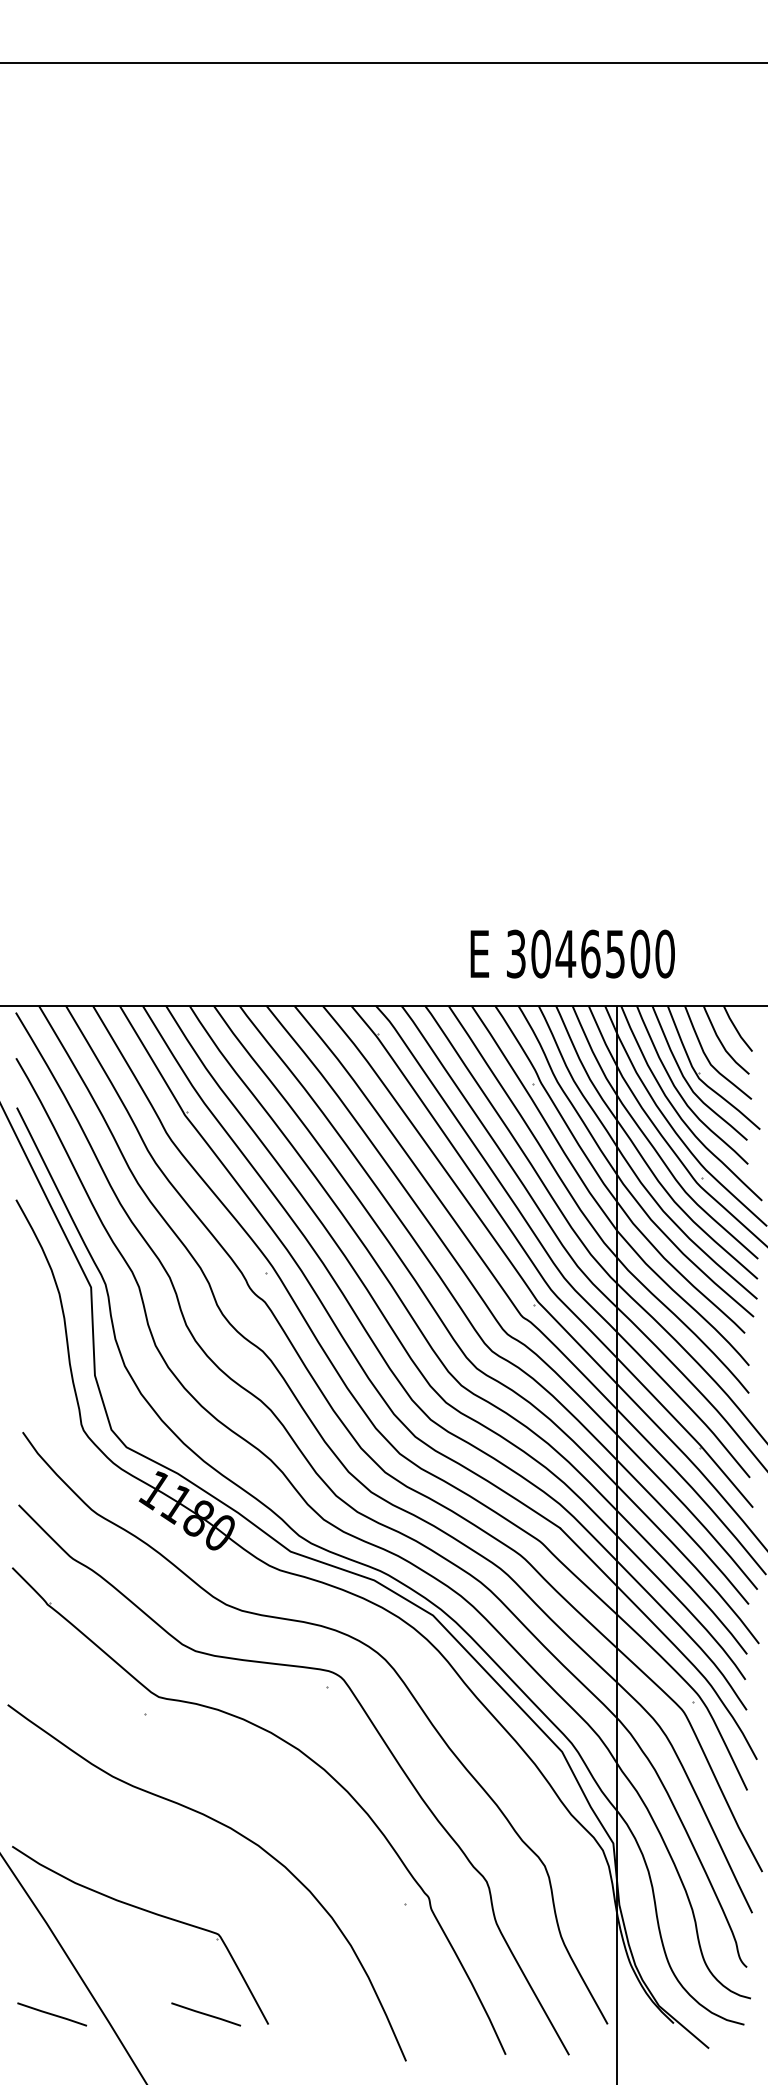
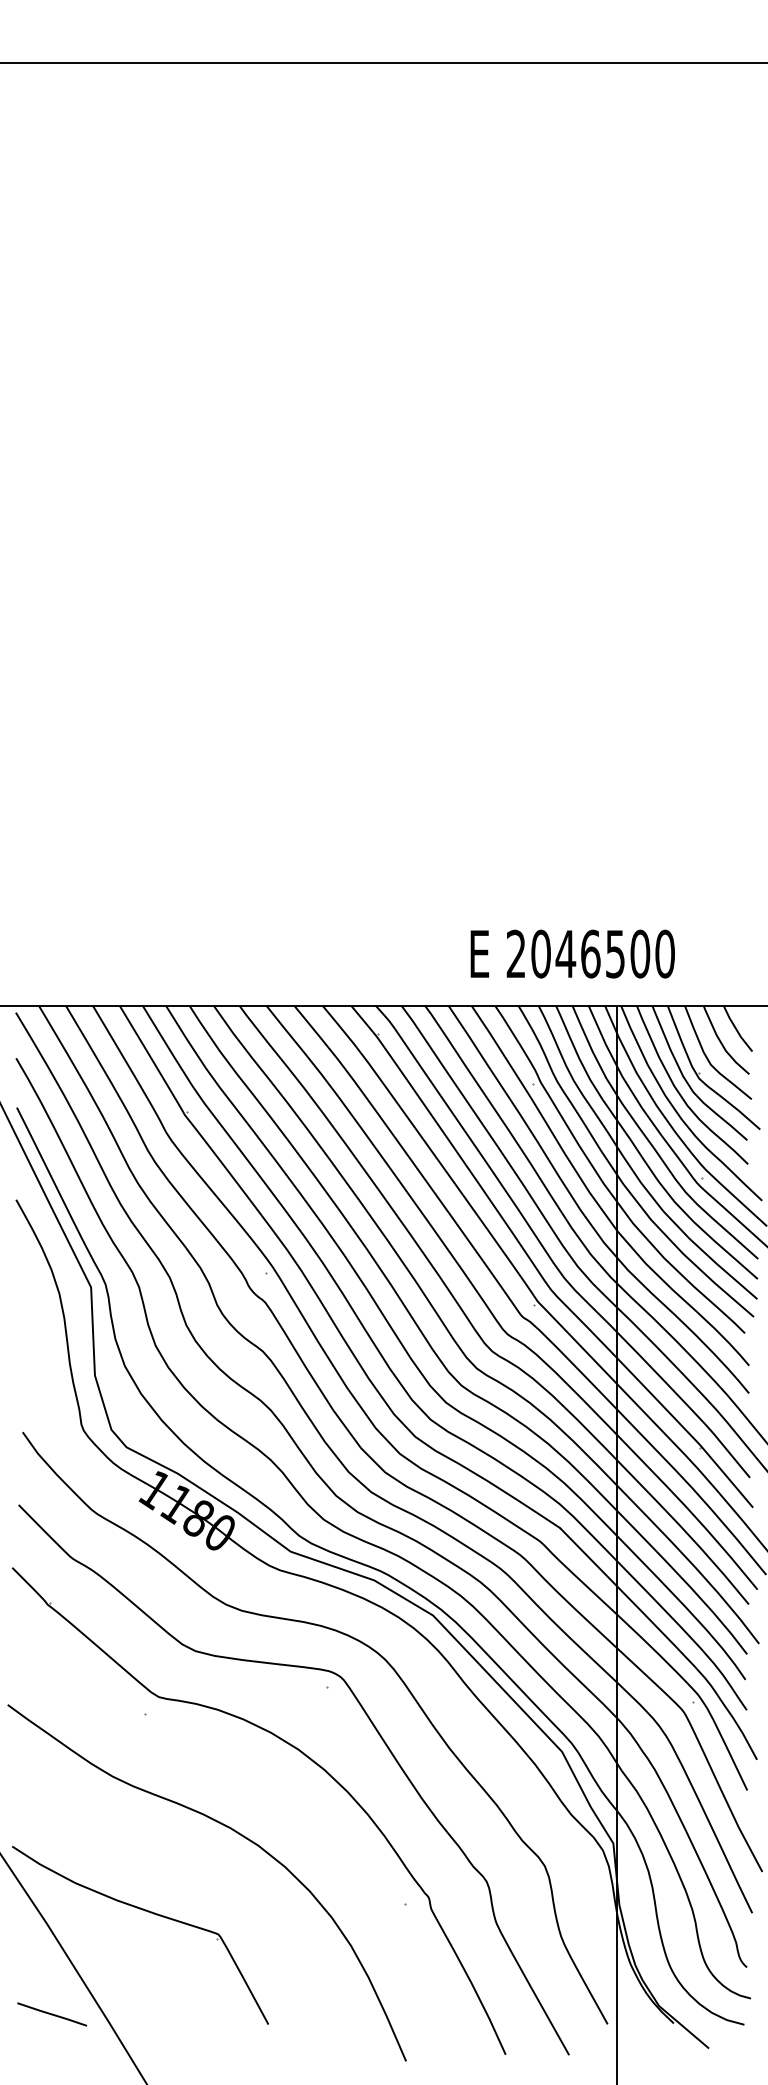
text at (515, 954): 3046500 -> 2046500
line at (206, 2014): present -> none
